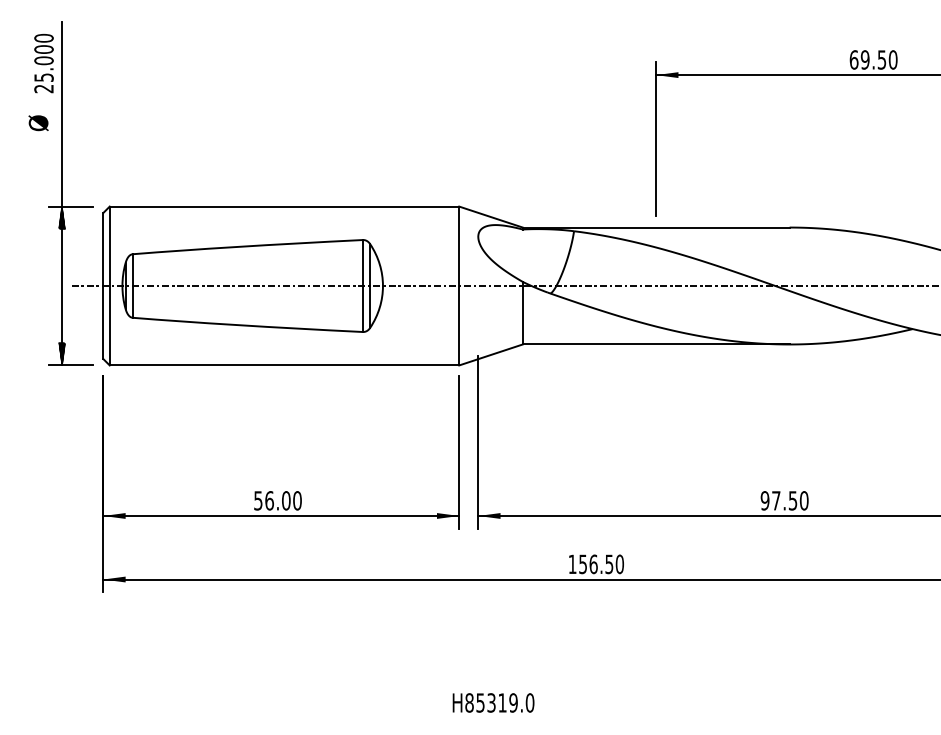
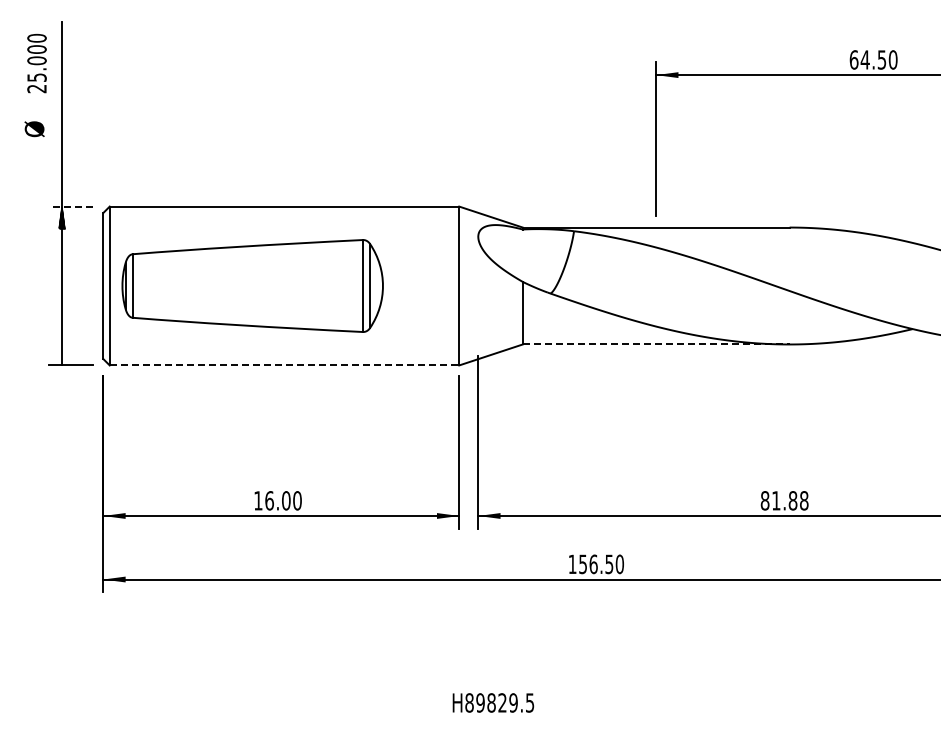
text at (864, 59): 69.50 -> 64.50
text at (43, 63) position: (43, 63) -> (36, 63)
text at (38, 123) position: (38, 123) -> (34, 129)
line at (71, 206): solid -> dashed
line at (504, 286): present -> none
line at (656, 344): solid -> dashed
hatch at (62, 354): present -> none
line at (284, 365): solid -> dashed
text at (258, 500): 56.00 -> 16.00
text at (784, 500): 97.50 -> 81.88
text at (505, 702): H85319.0 -> H89829.5
